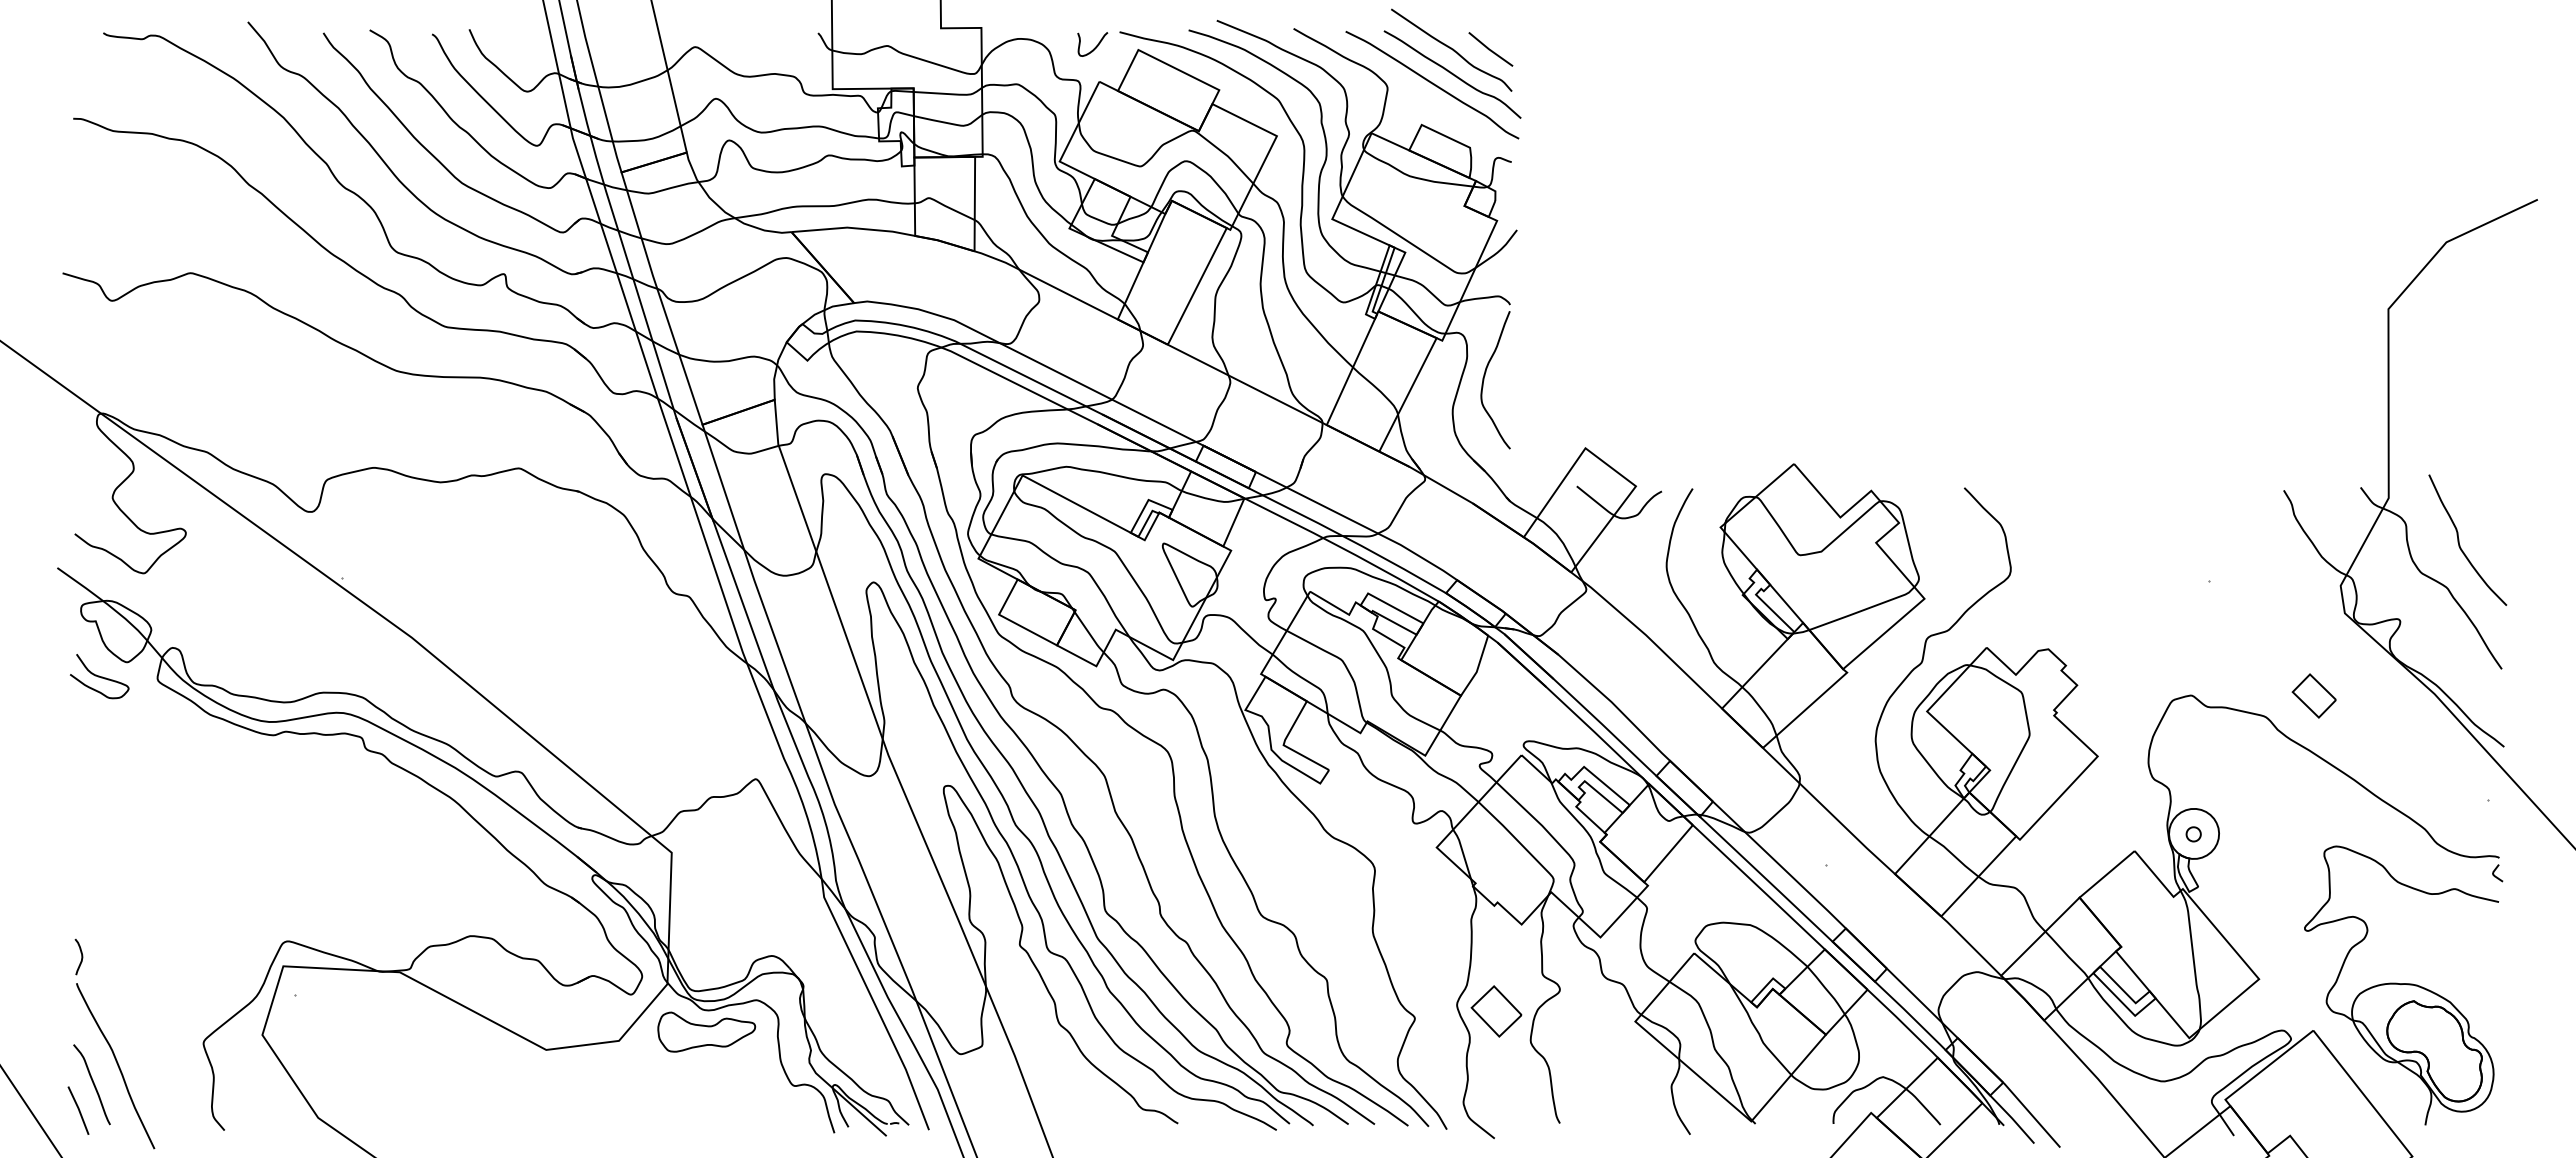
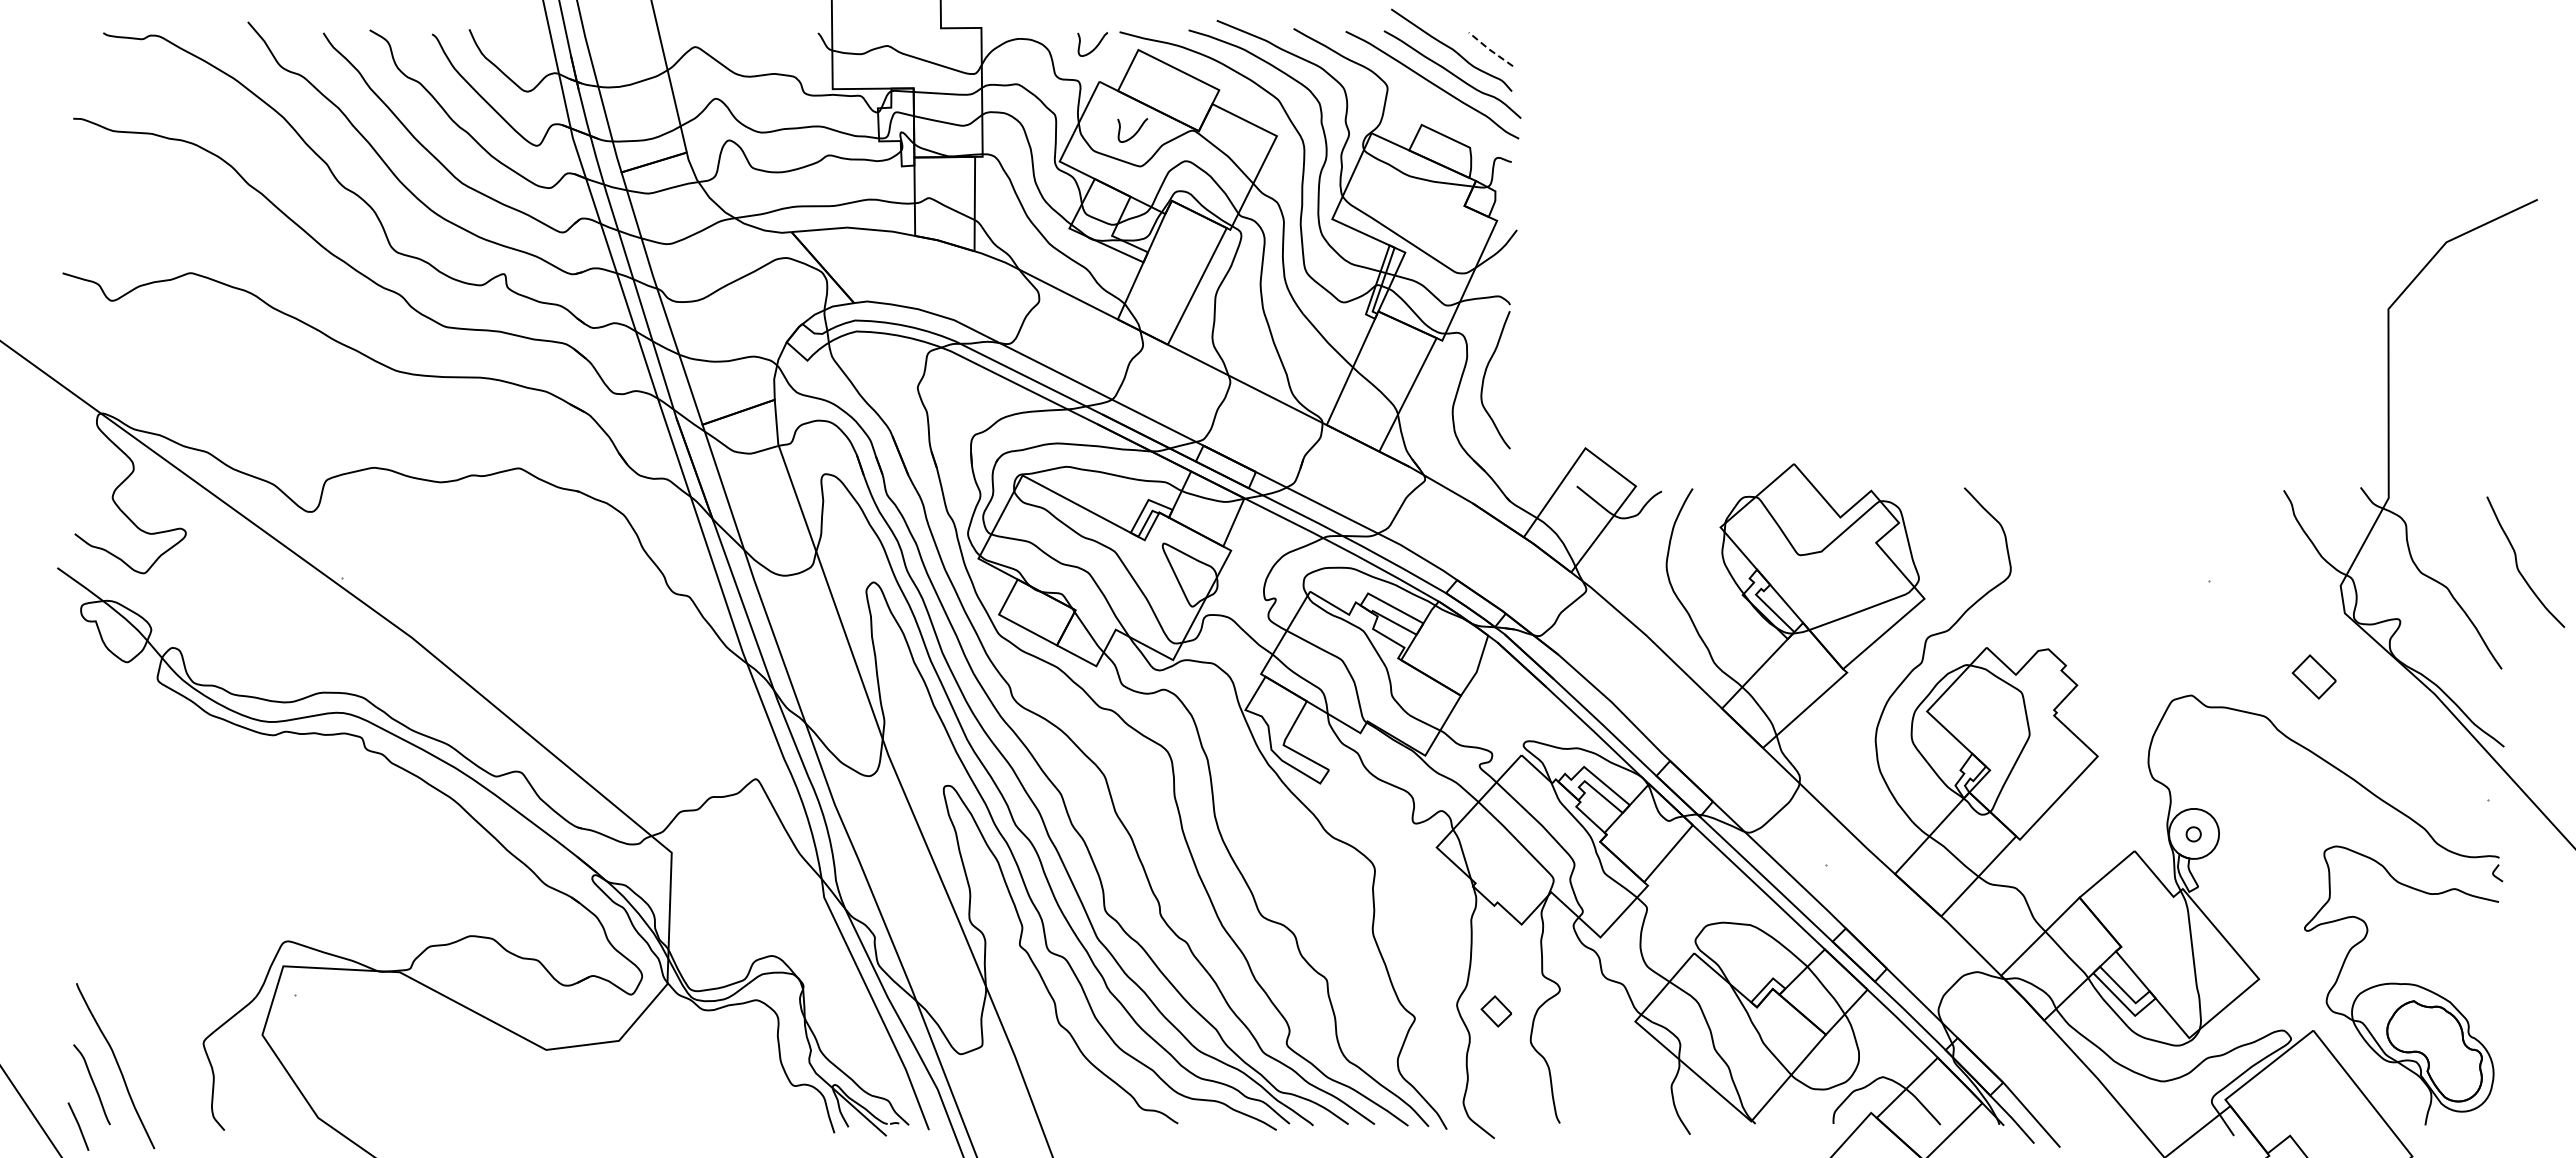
line at (1489, 49): solid -> dashed
curve at (1135, 132): none -> present
curve at (2459, 539) position: (2459, 539) -> (2517, 561)
curve at (99, 676): present -> none
part at (2313, 695) position: (2313, 695) -> (2313, 676)
curve at (81, 956): present -> none
part at (1496, 1011) size: 53x53 px -> 32x33 px
part at (706, 1031): present -> none
line at (78, 1110) position: (78, 1110) -> (78, 1126)
